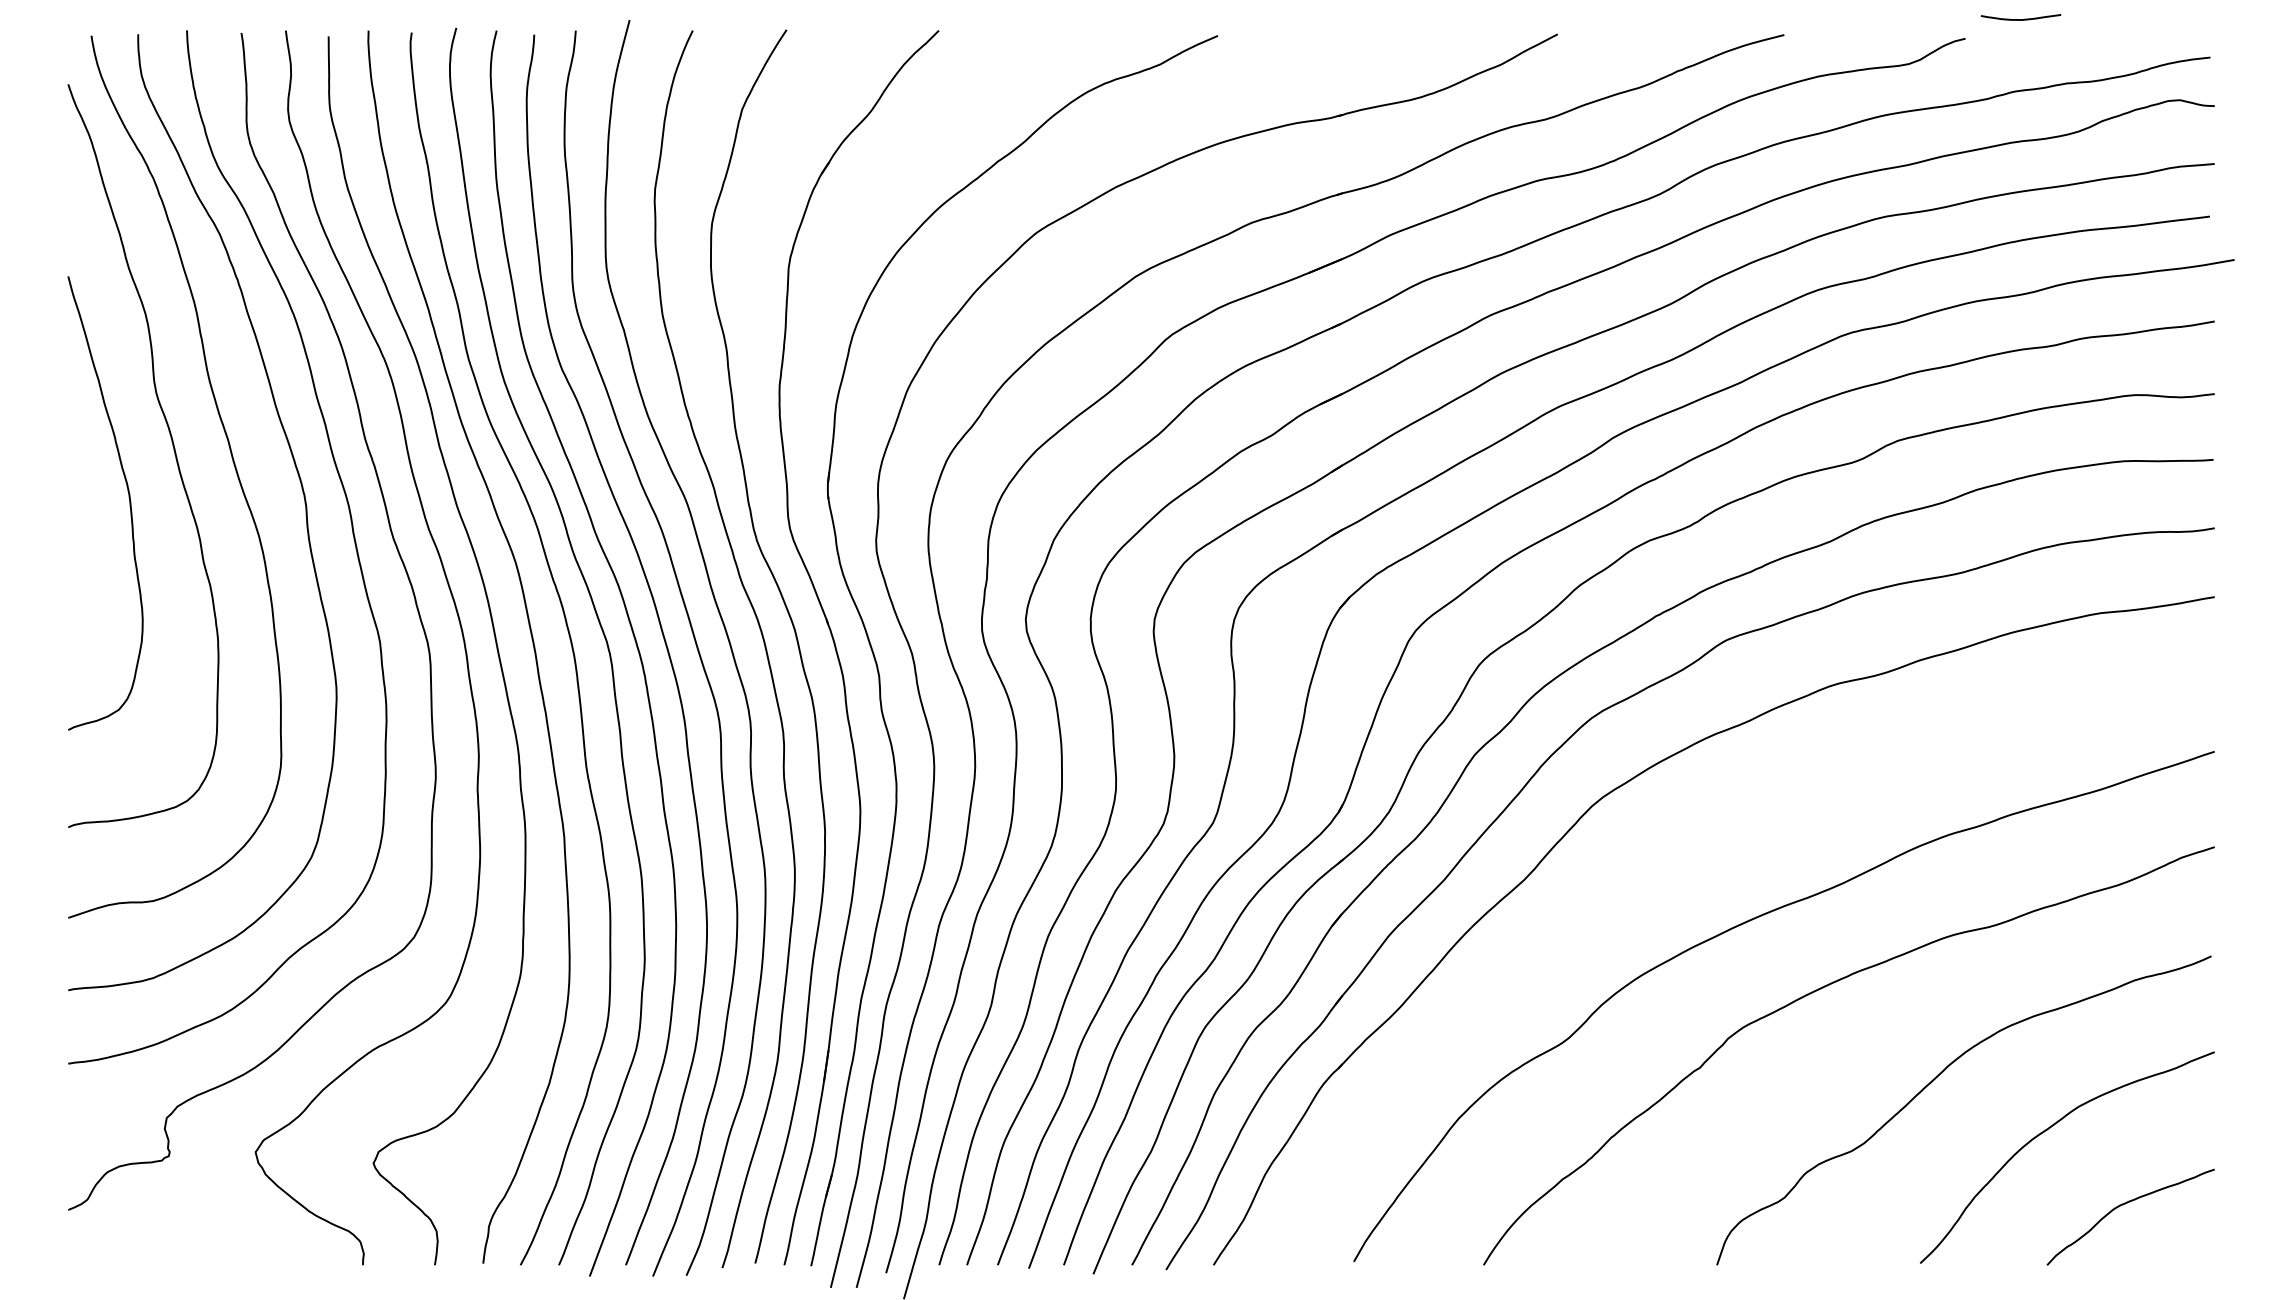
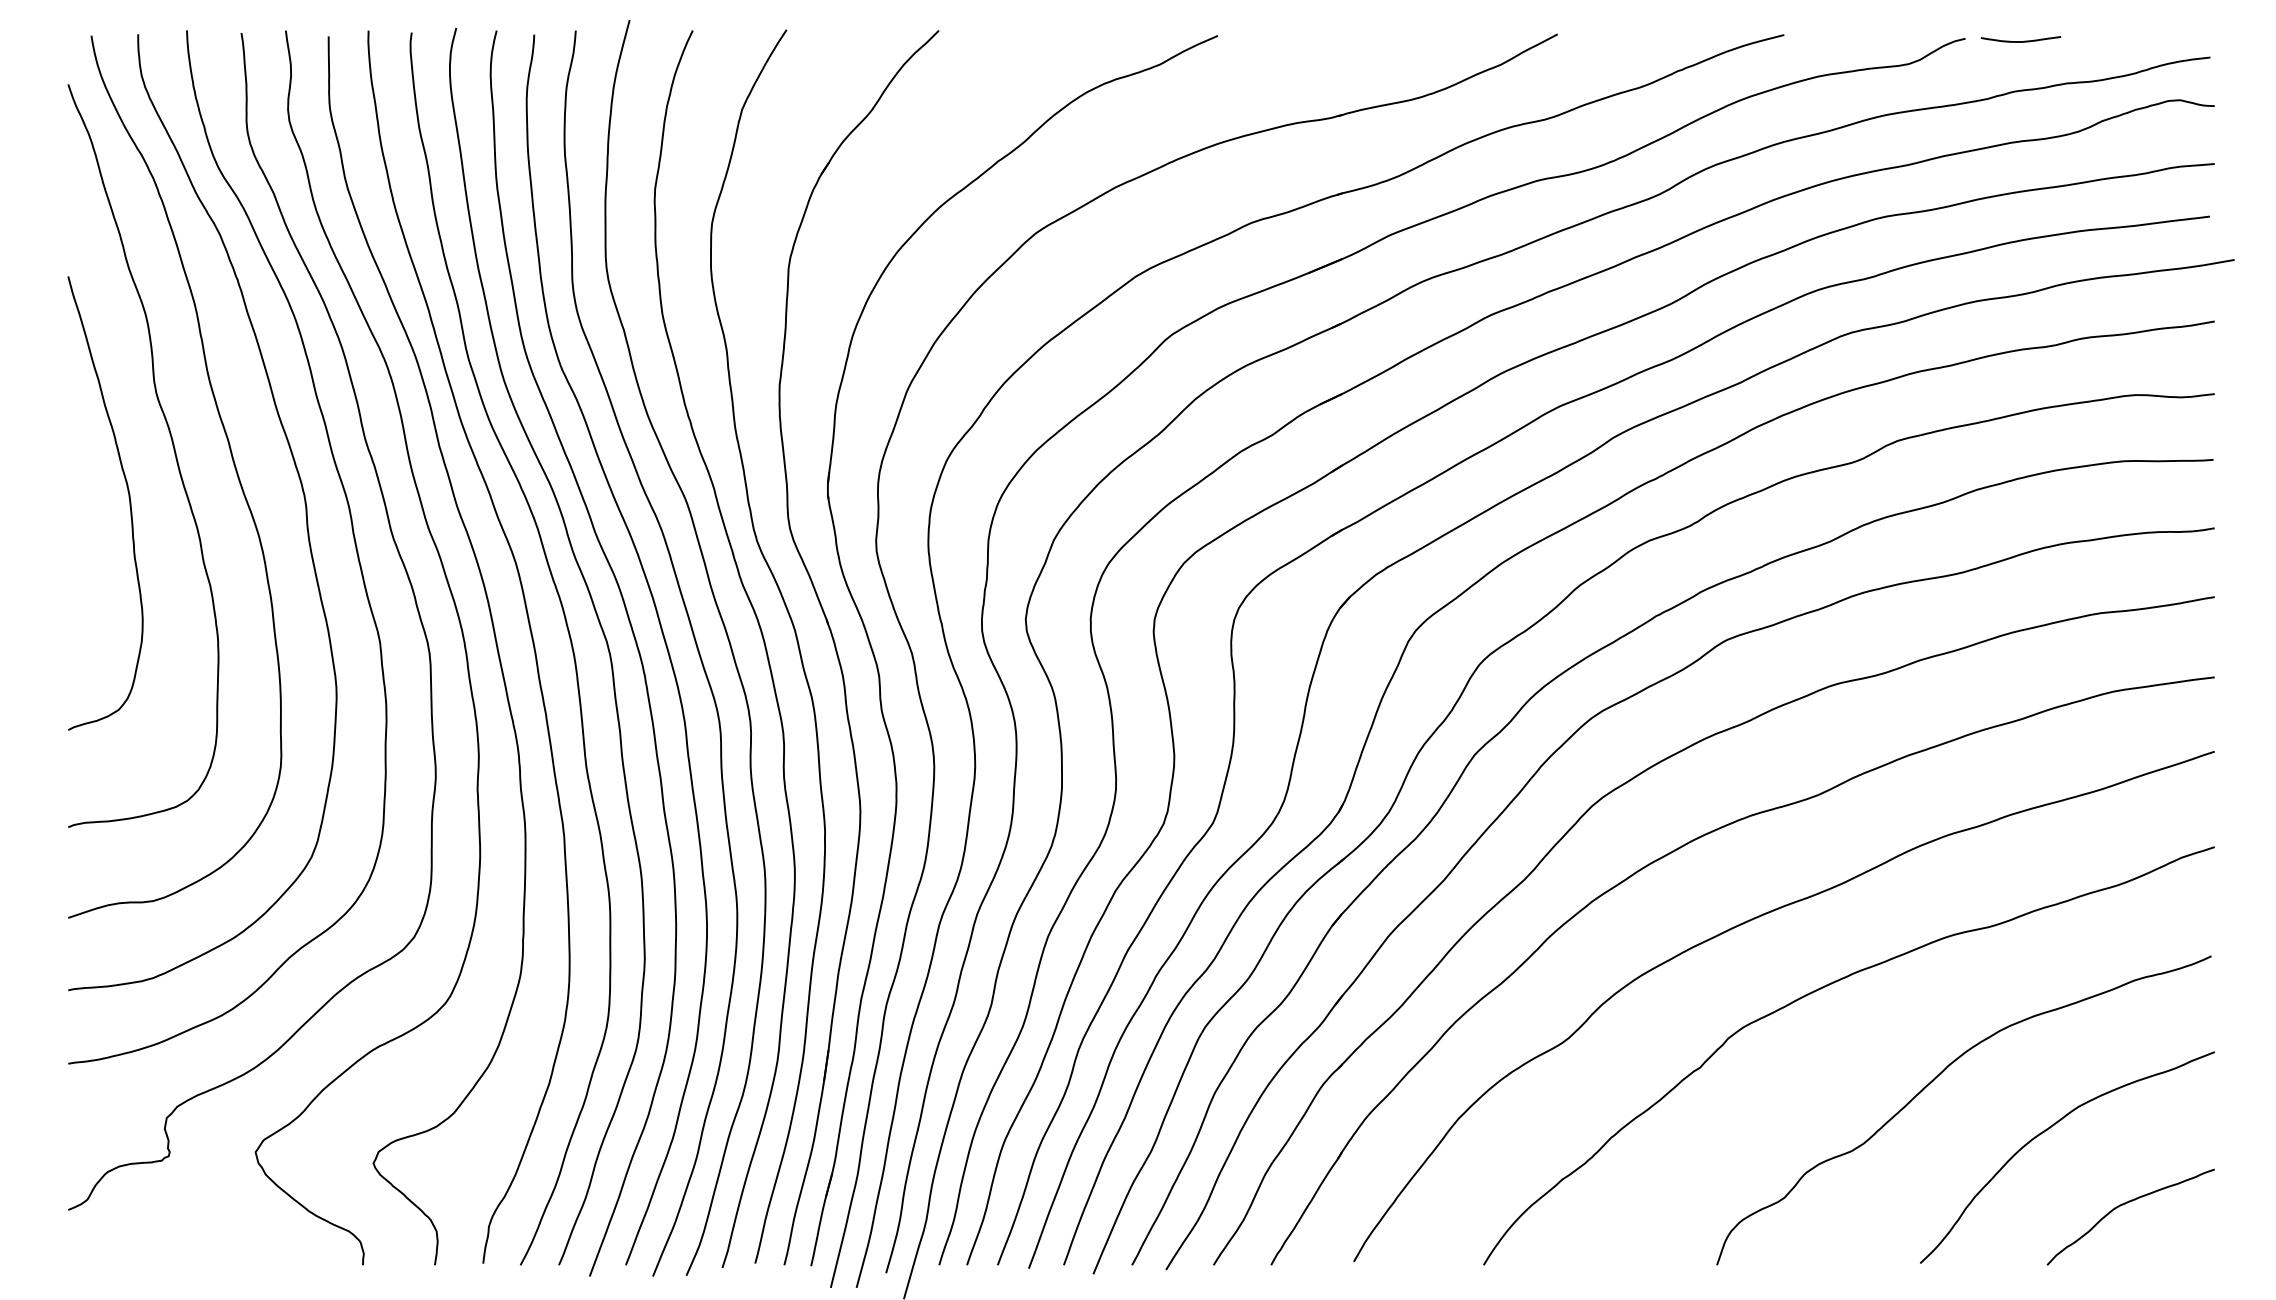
curve at (2020, 19) position: (2020, 19) -> (2020, 41)
part at (1677, 850): none -> present
